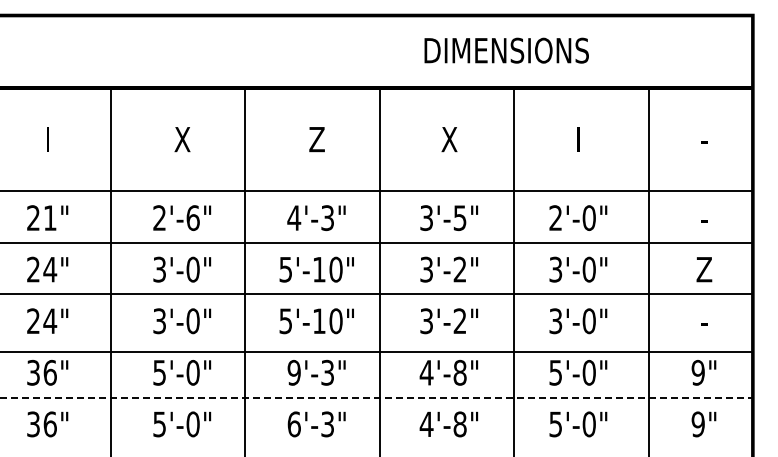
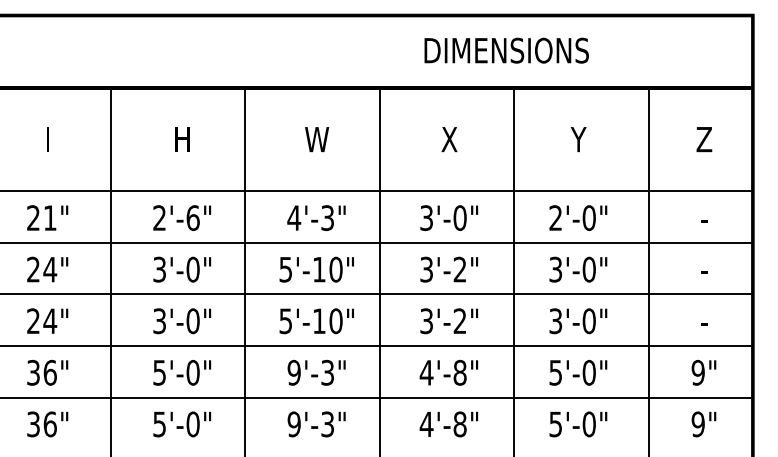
text at (182, 139): X -> H
text at (317, 139): Z -> W
text at (578, 139): I -> Y
text at (704, 139): - -> Z
text at (459, 218): 3'-5" -> 3'-0"
text at (704, 269): Z -> -
line at (377, 351) position: (377, 351) -> (377, 345)
line at (376, 397): dashed -> solid
text at (293, 424): 6'-3" -> 9'-3"
